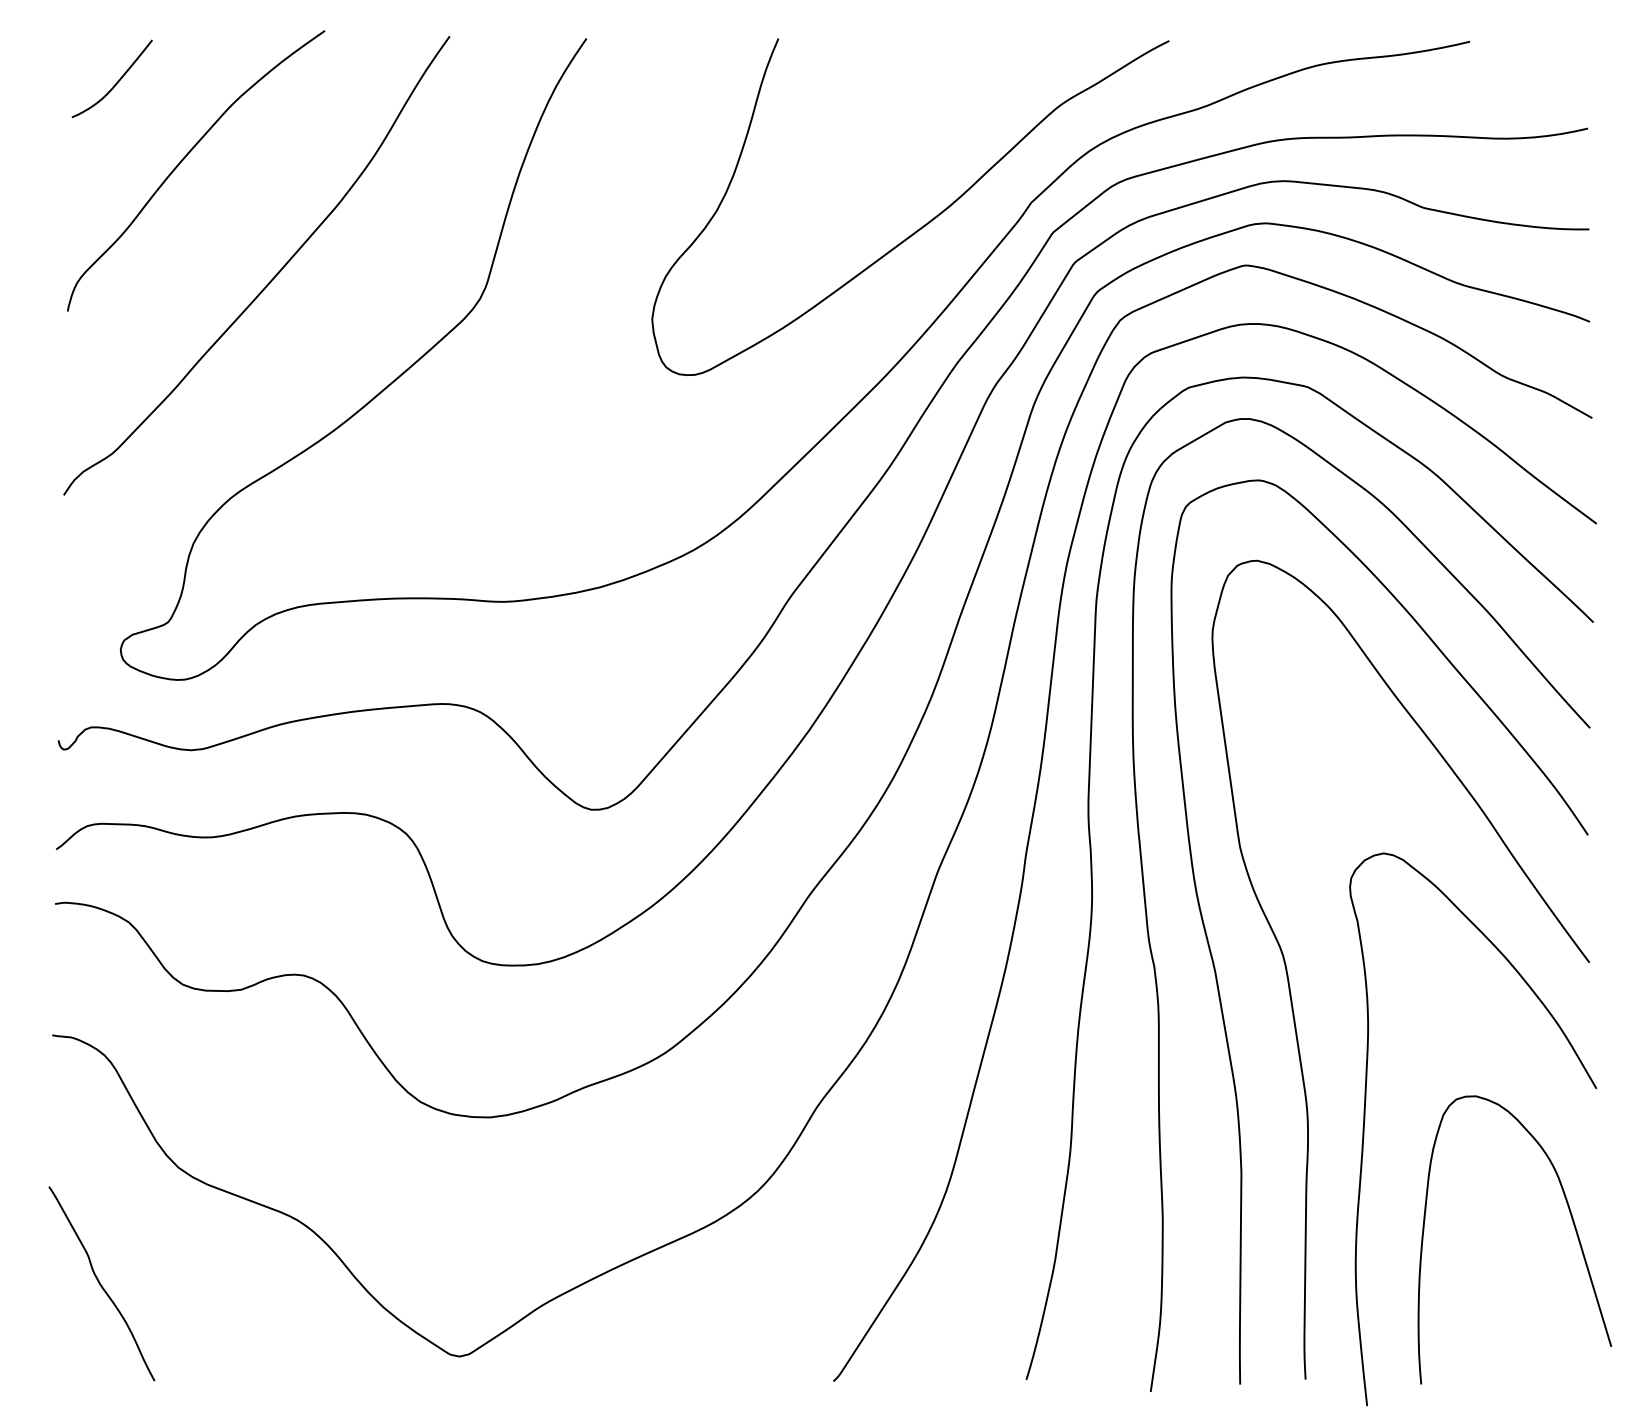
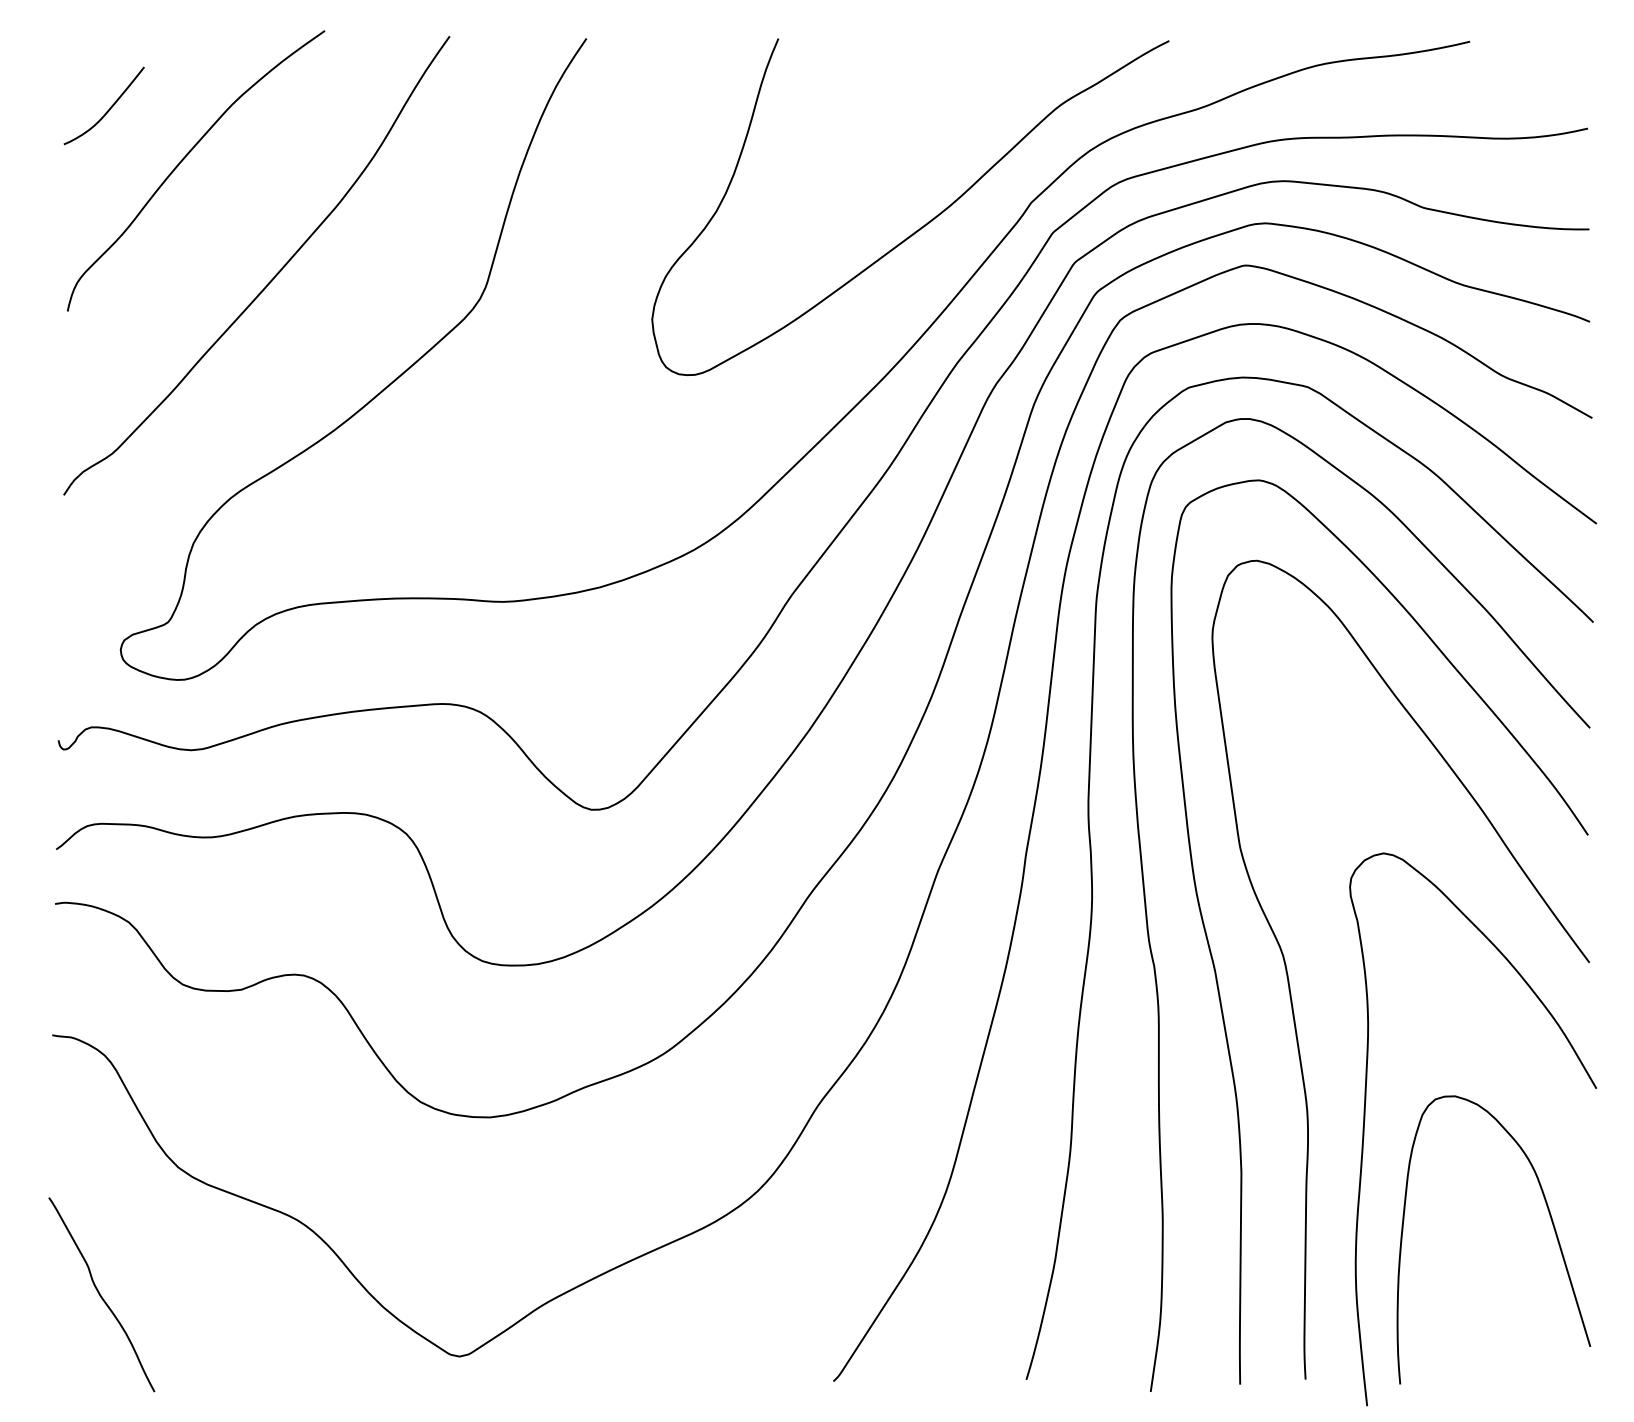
curve at (116, 82) position: (116, 82) -> (108, 109)
curve at (1571, 1219) position: (1571, 1219) -> (1550, 1219)
curve at (100, 1283) position: (100, 1283) -> (100, 1294)
